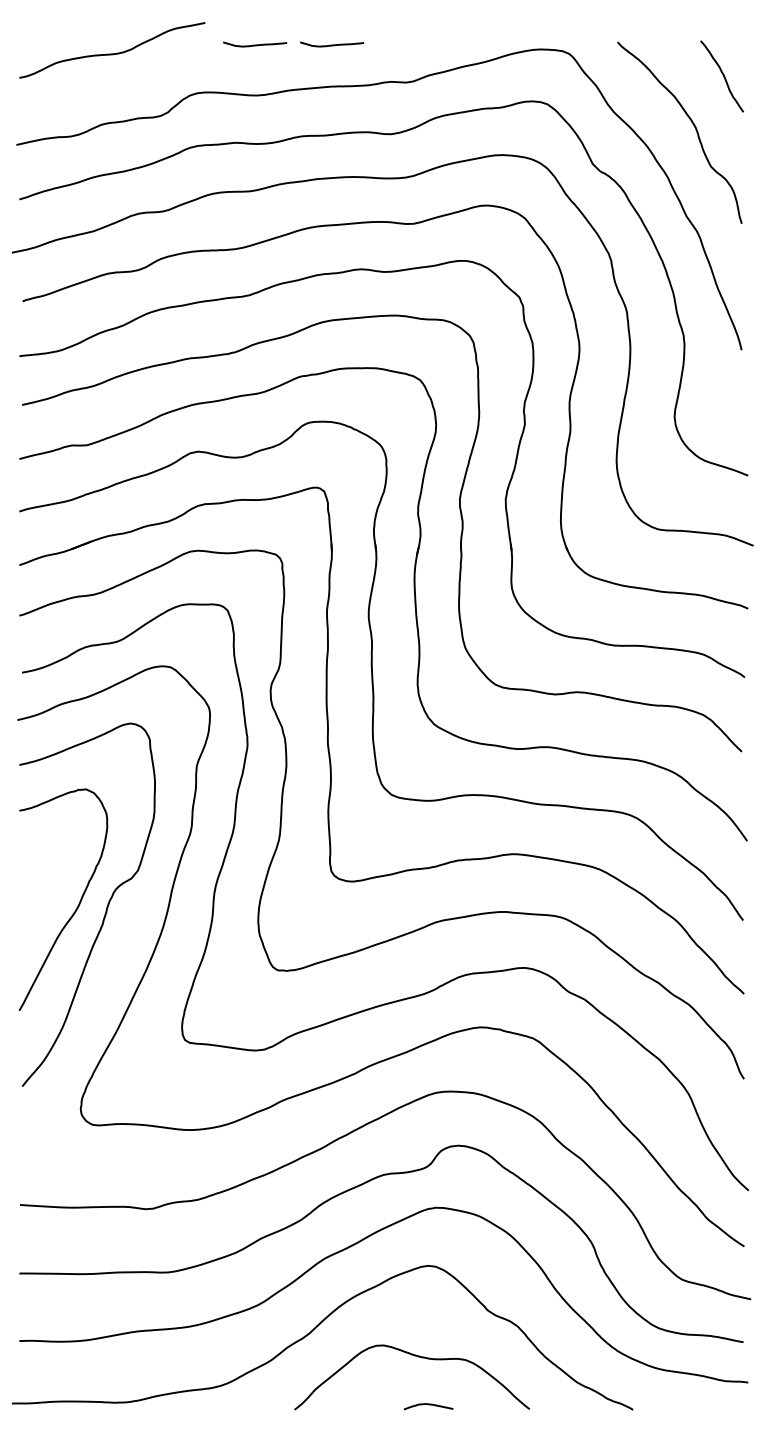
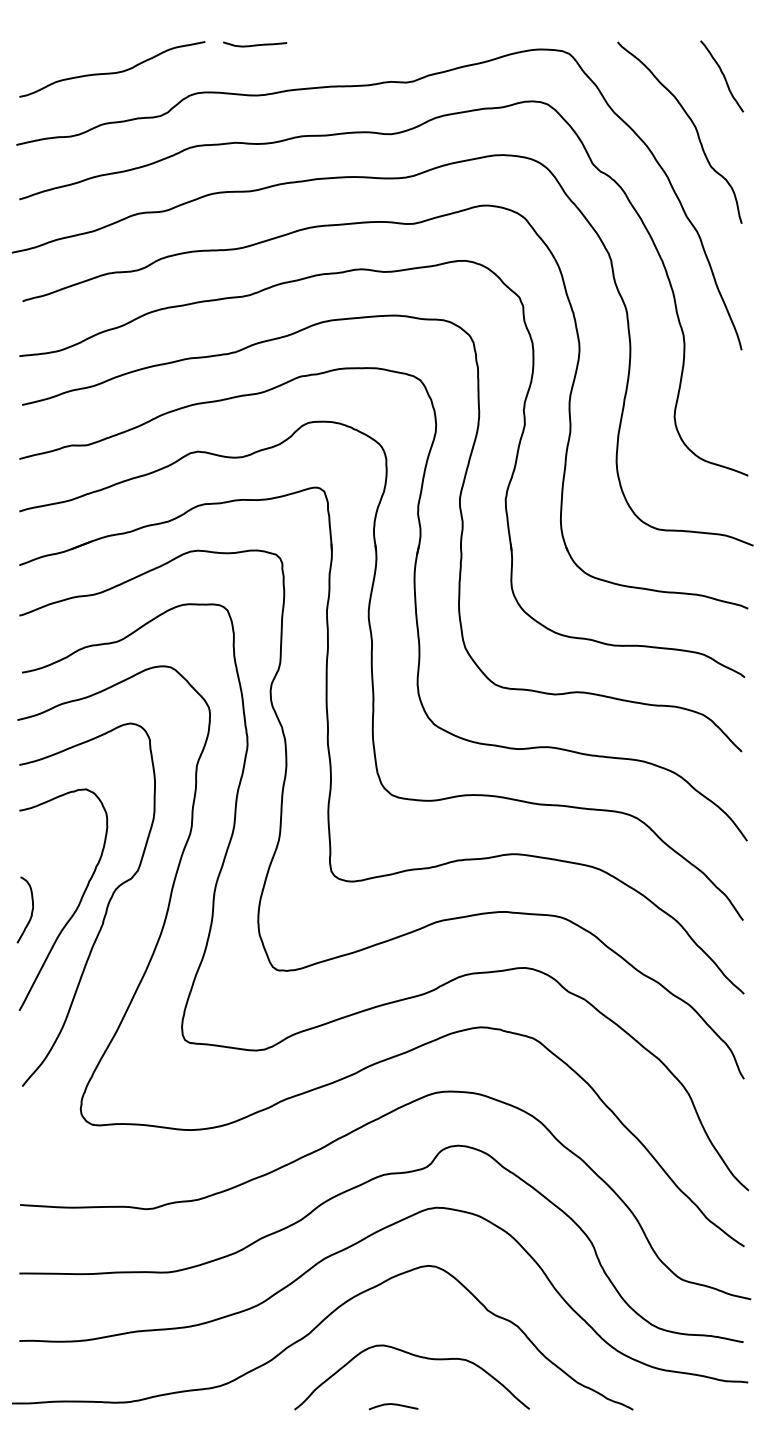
curve at (332, 44): present -> none
curve at (112, 53) position: (112, 53) -> (112, 72)
curve at (31, 909): none -> present
curve at (428, 1405) position: (428, 1405) -> (393, 1405)
